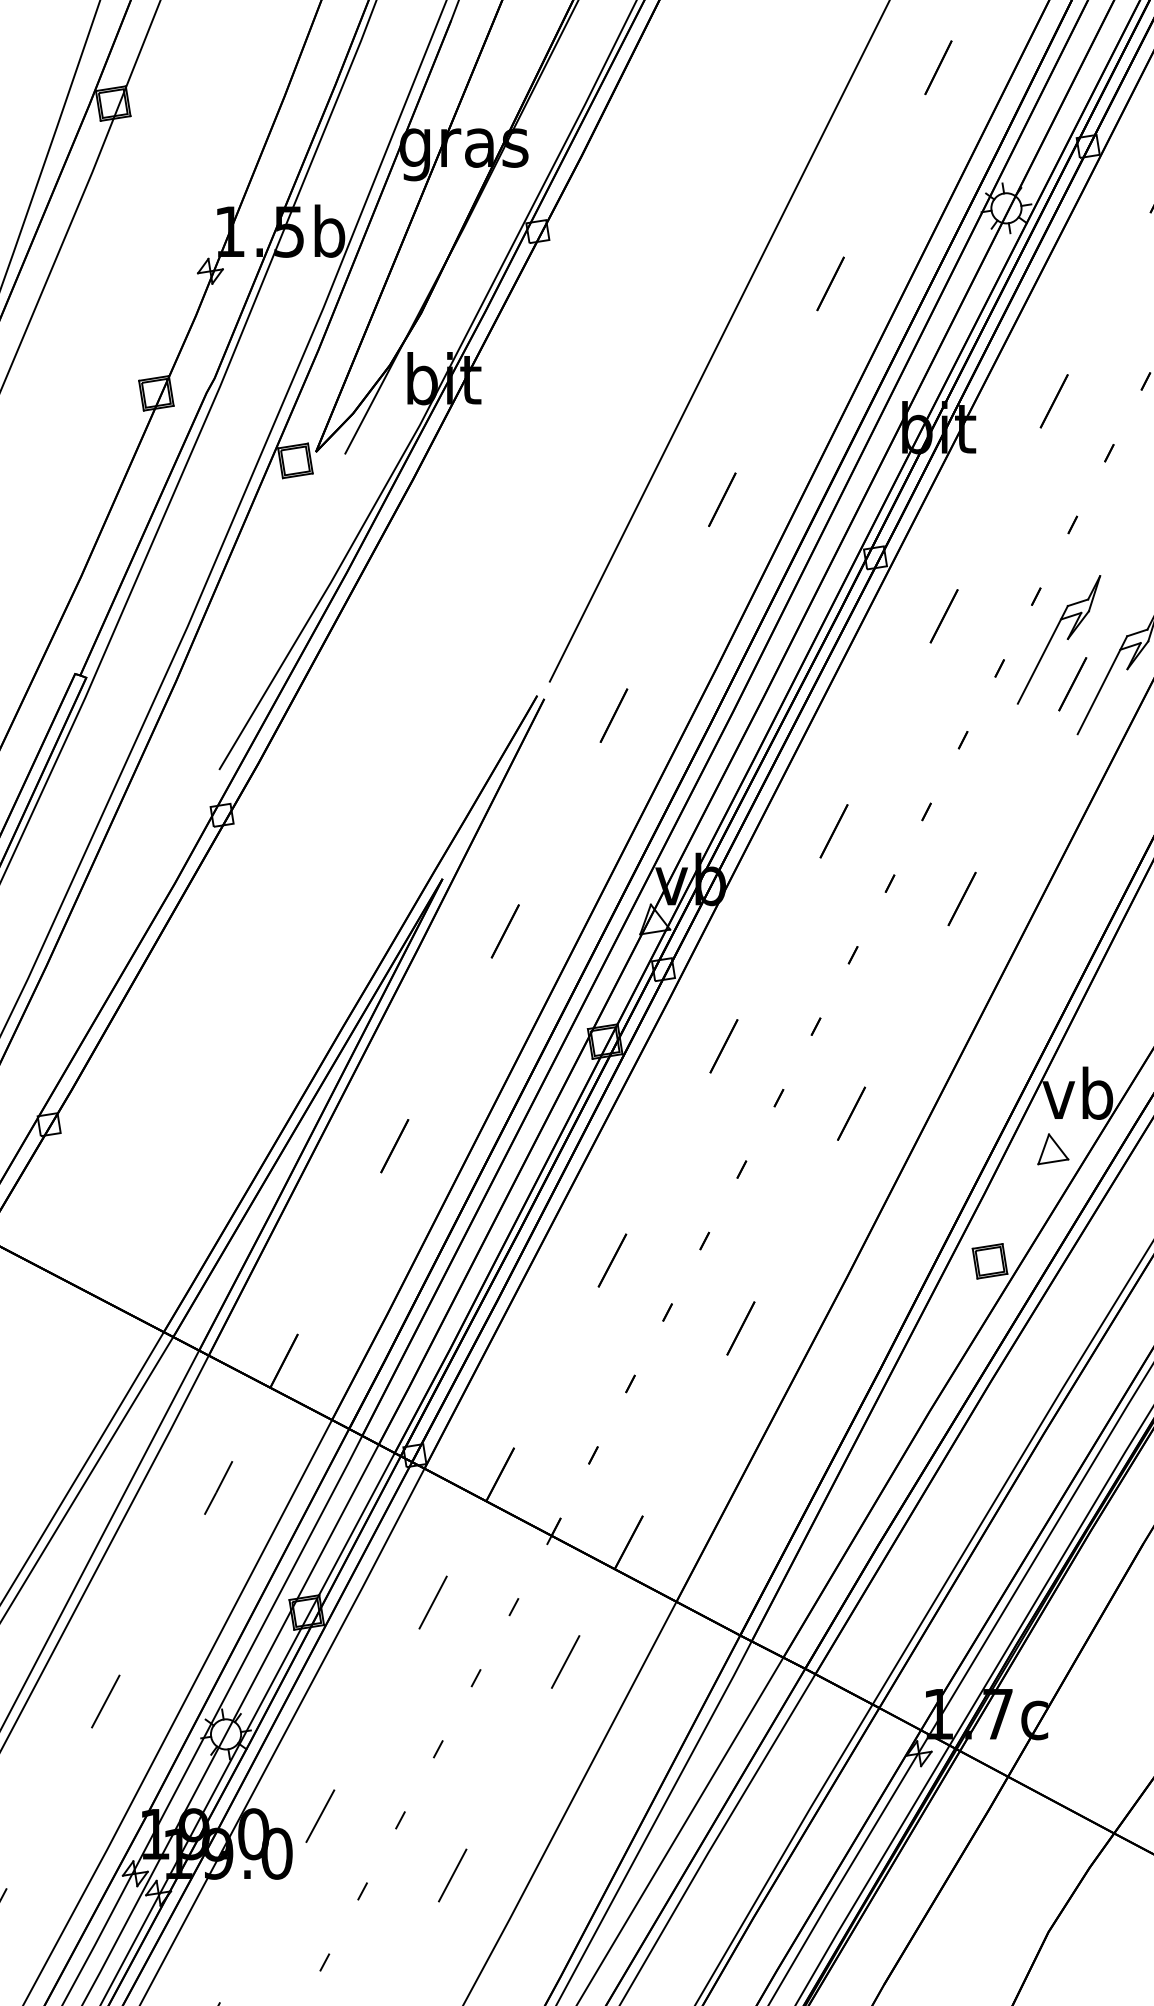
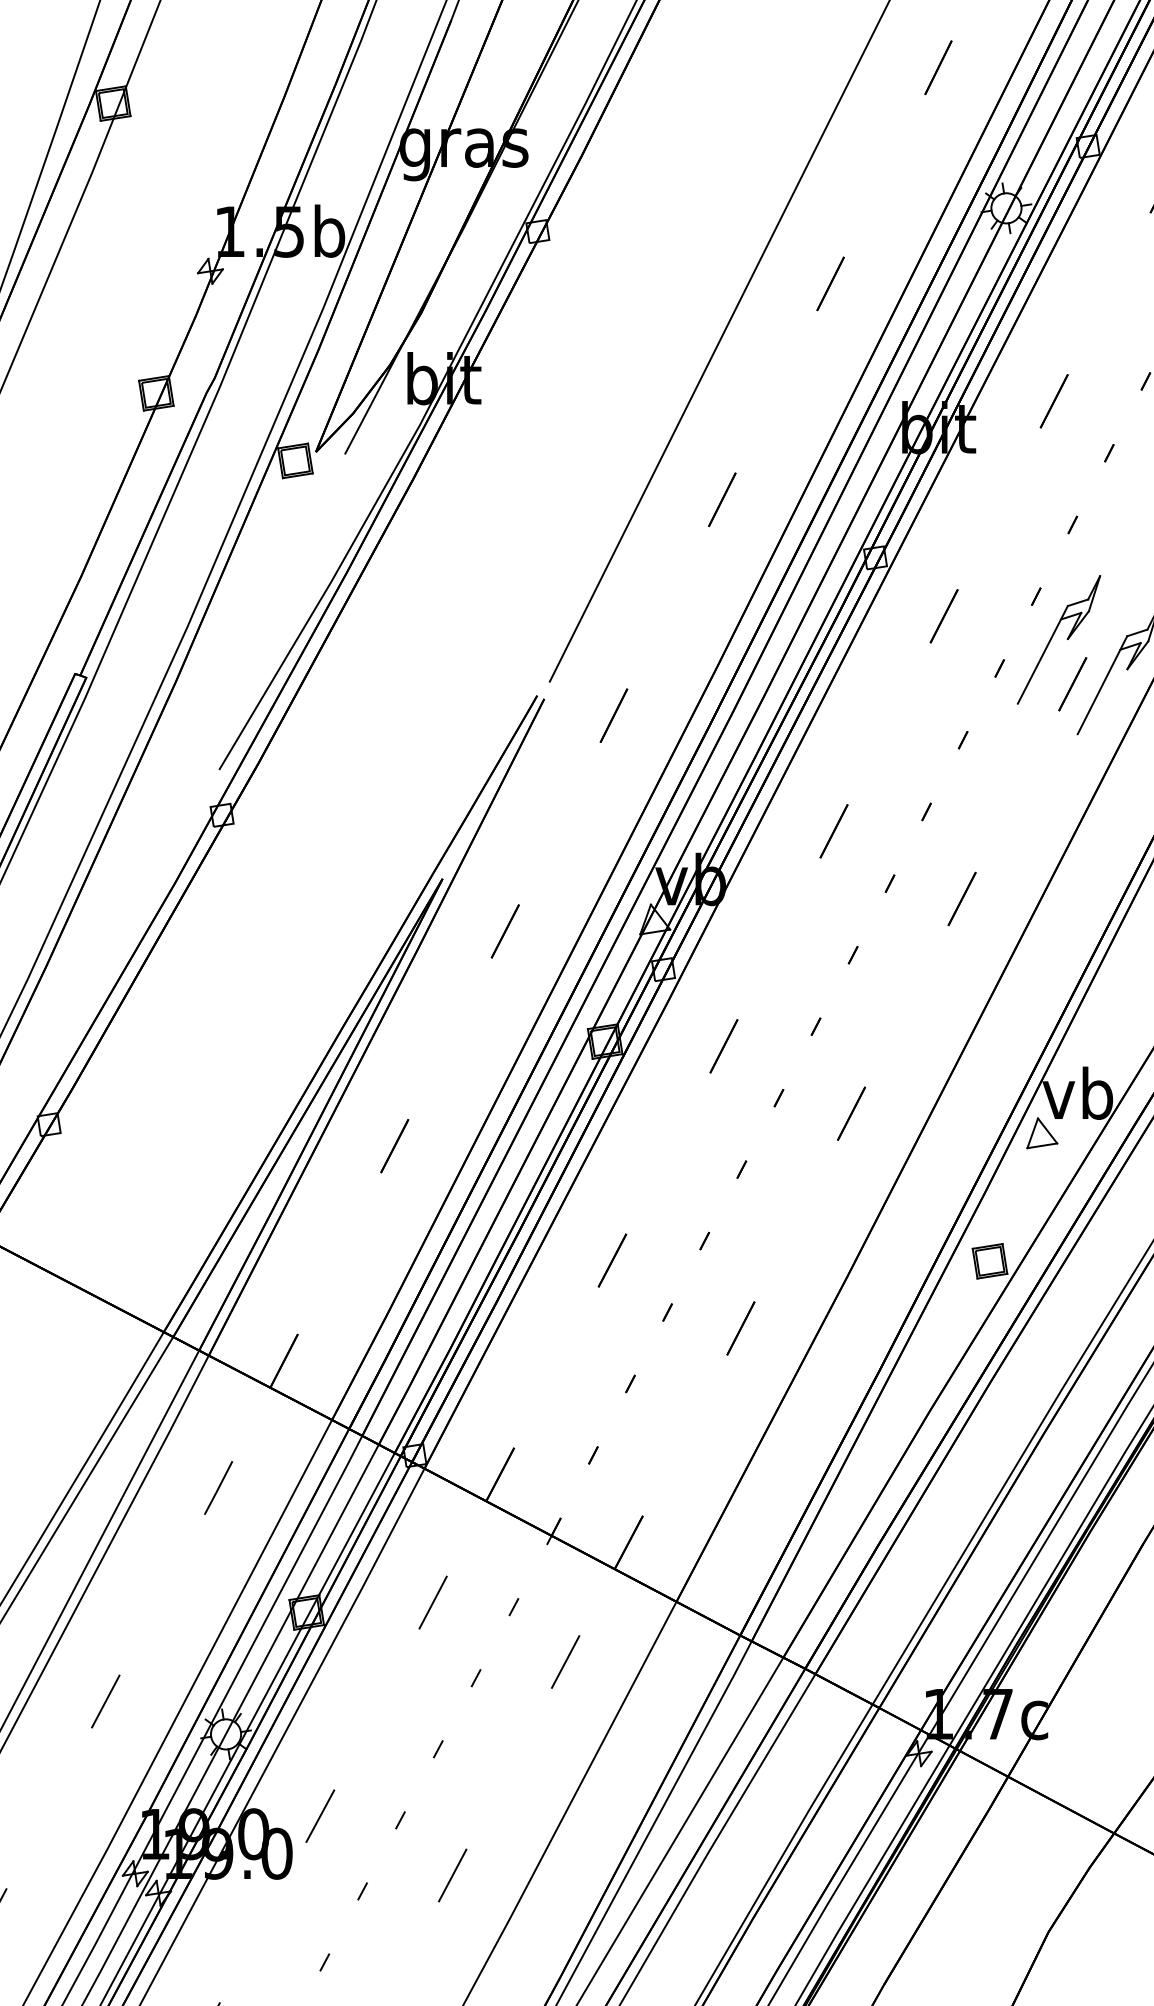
part at (1053, 1149) position: (1053, 1149) -> (1042, 1133)
